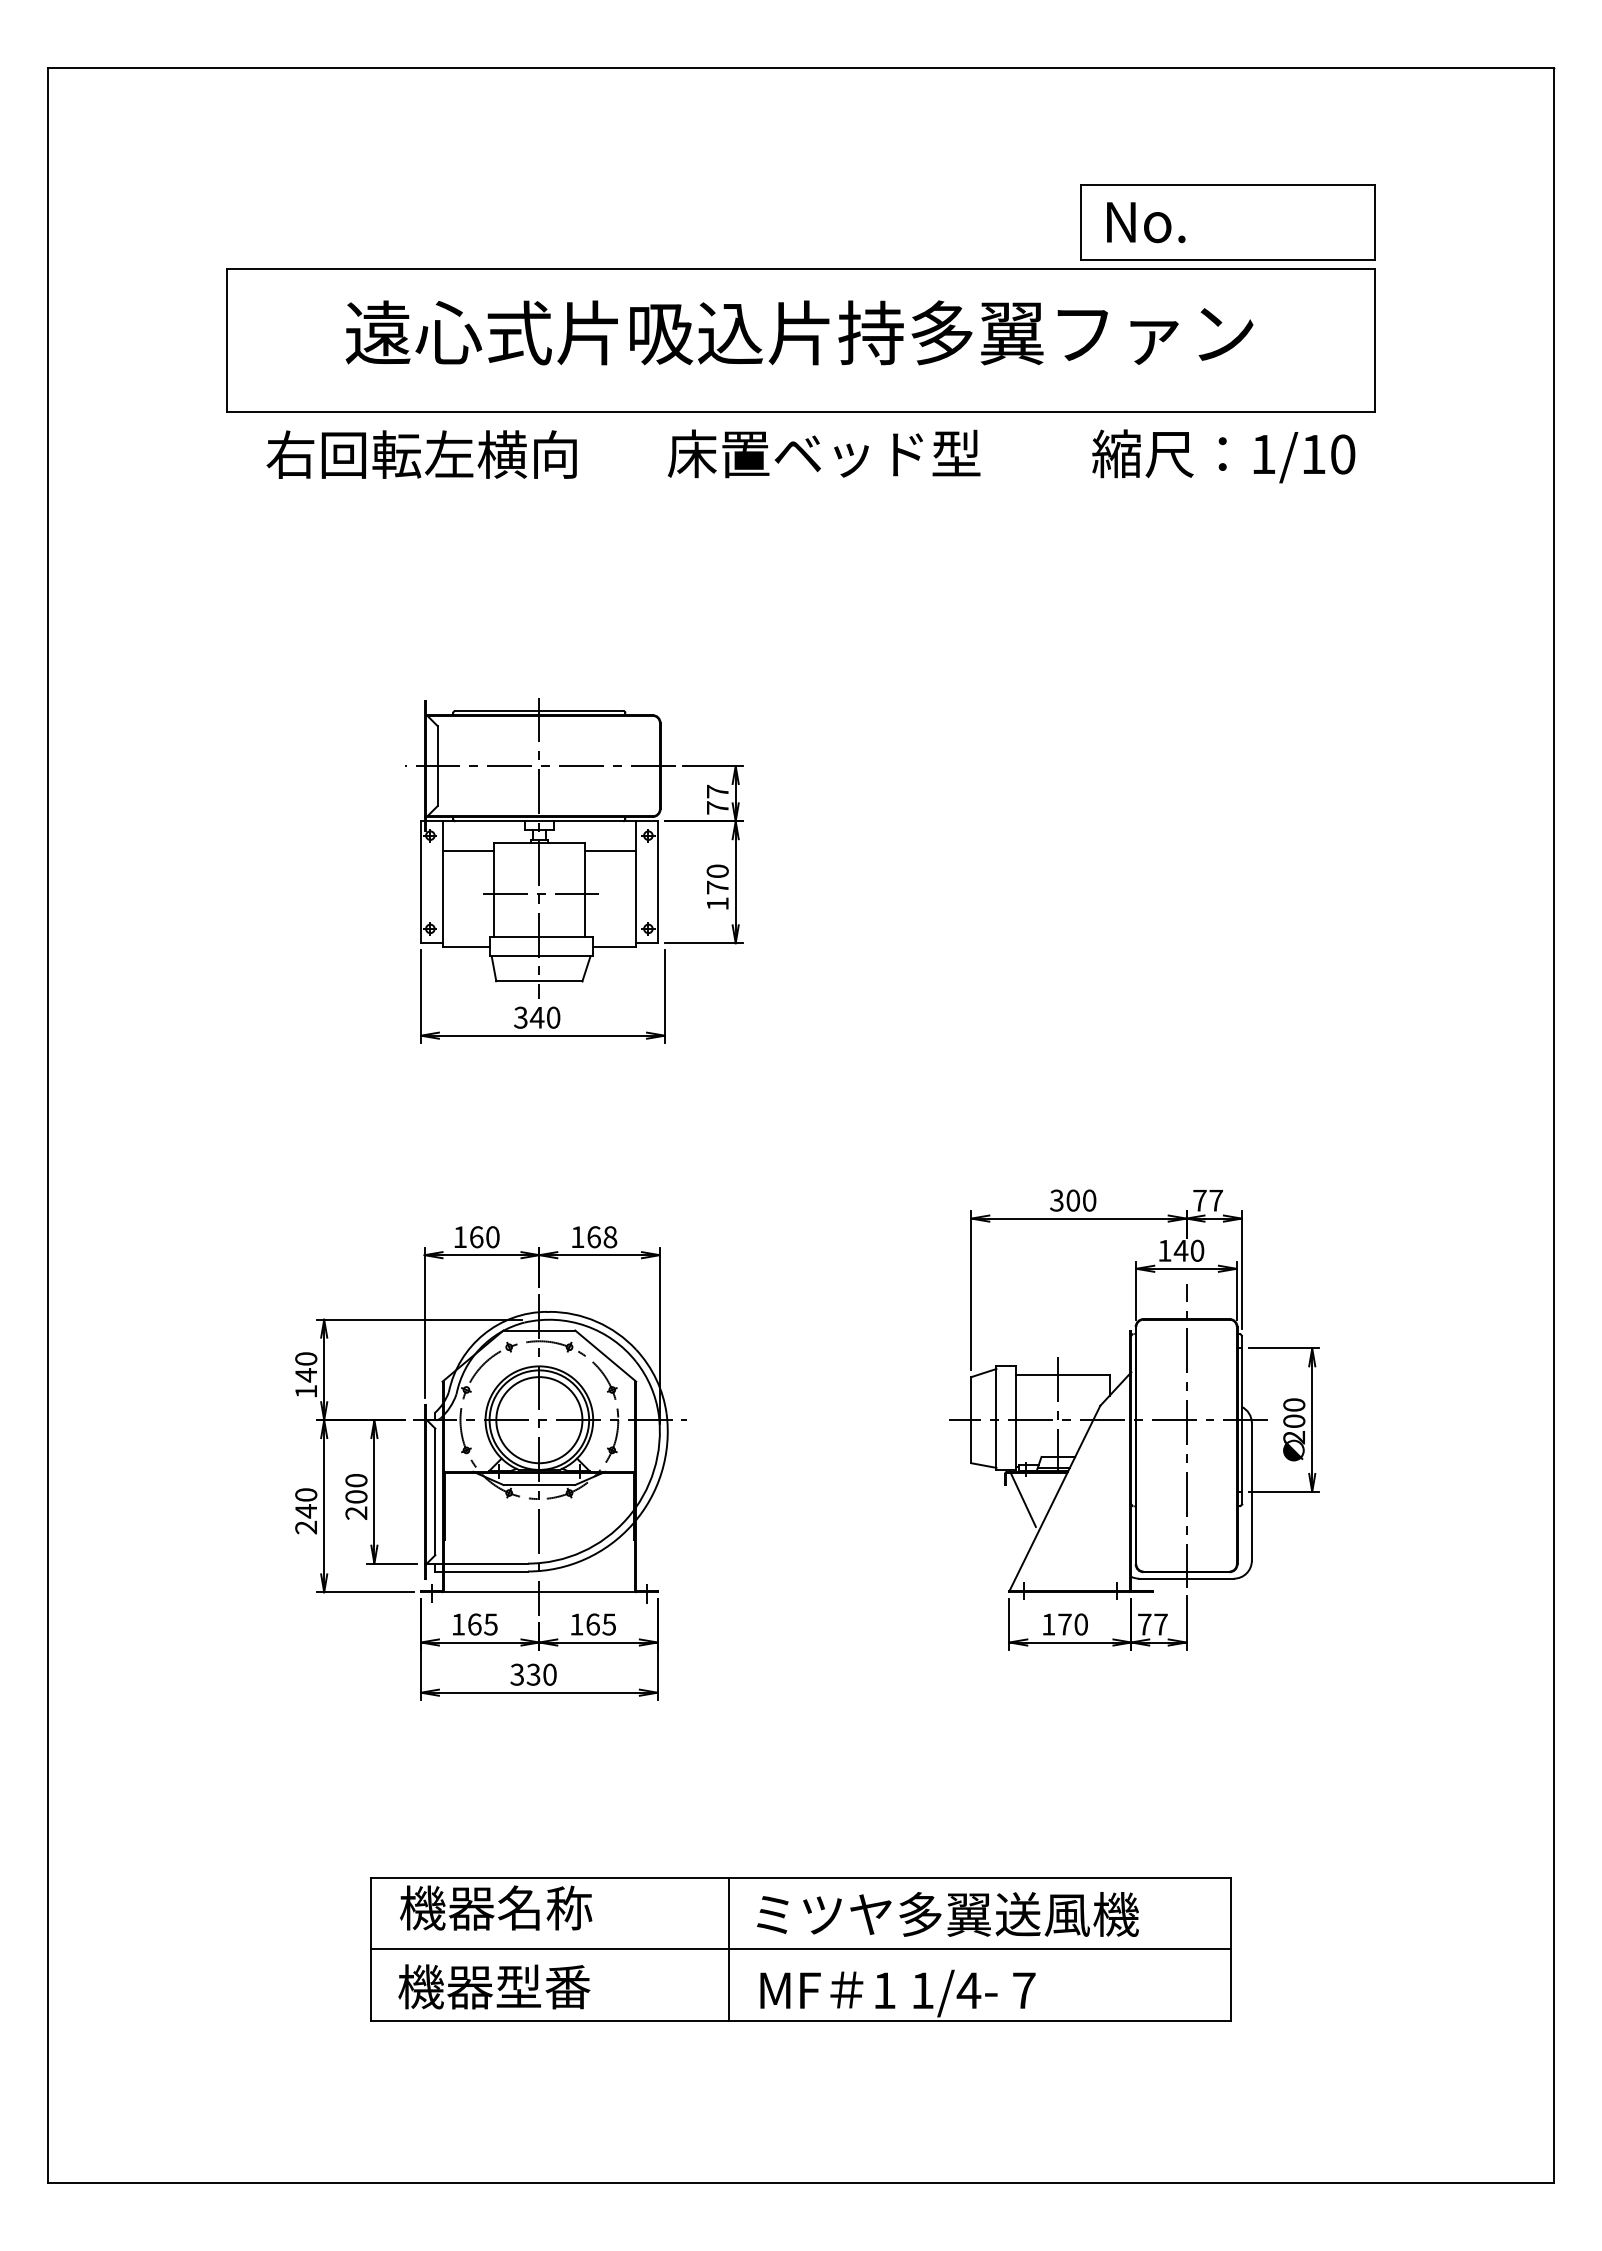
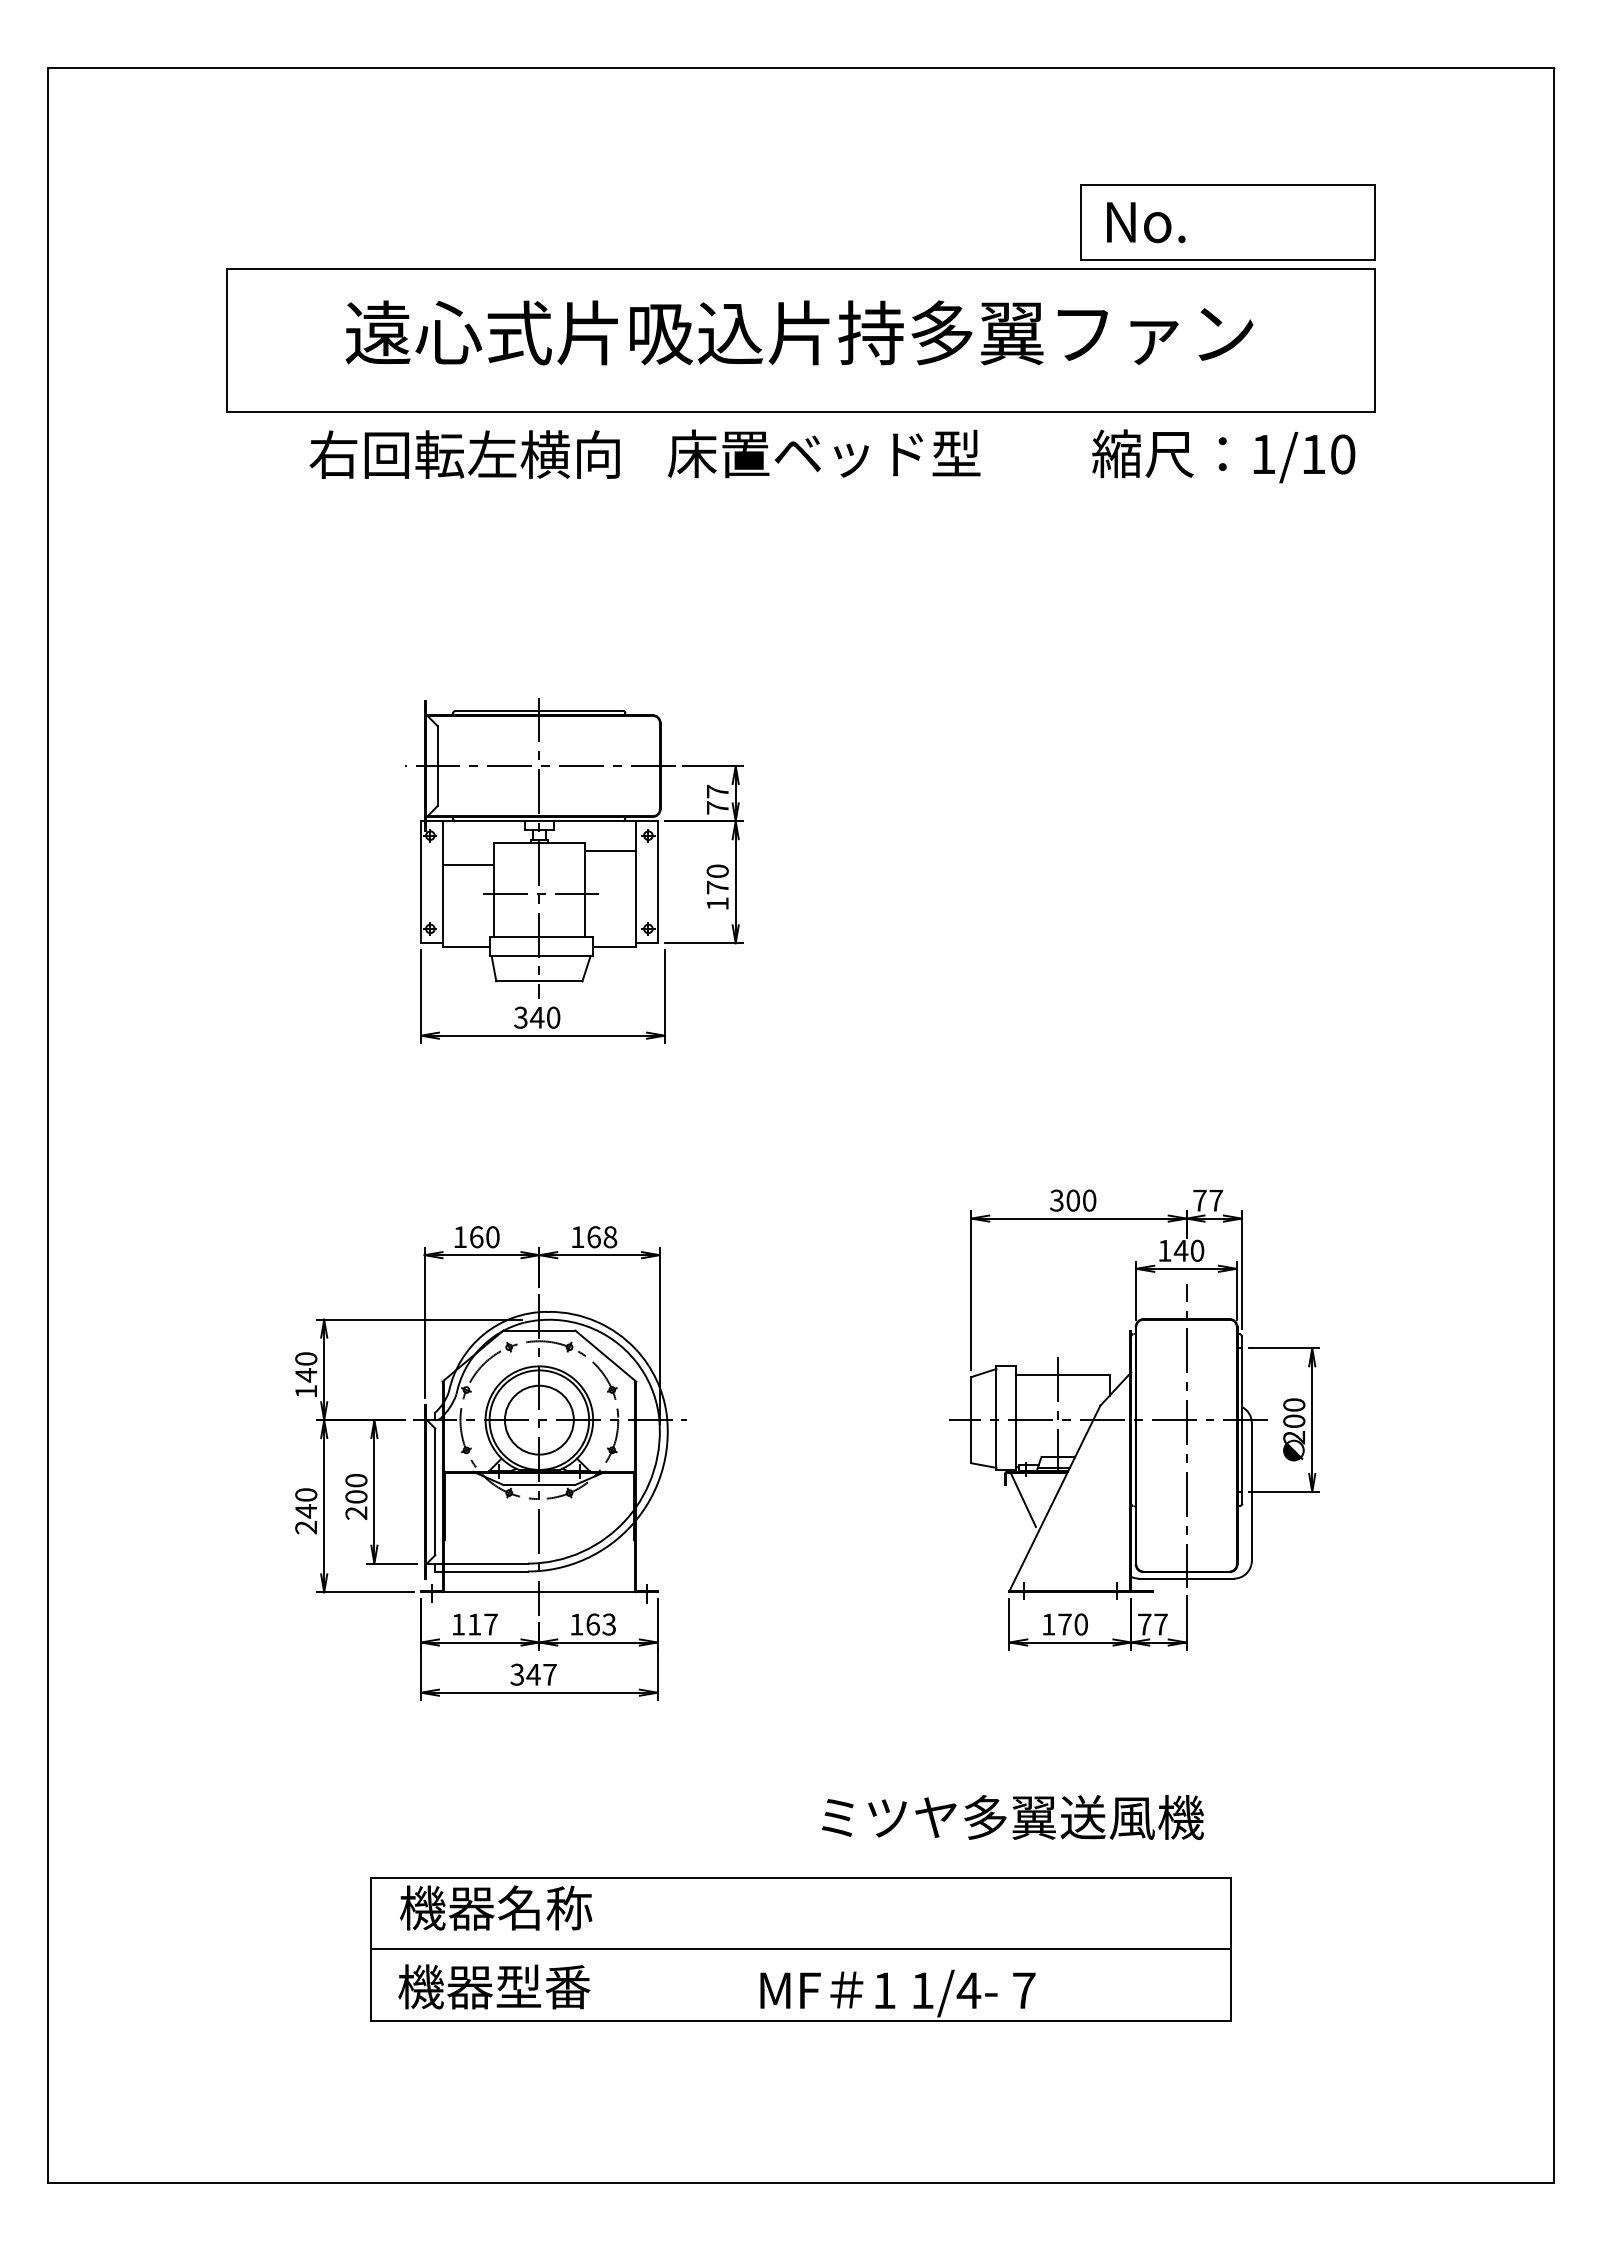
text at (421, 454) position: (421, 454) -> (464, 454)
line at (468, 850) position: (468, 850) -> (468, 864)
circle at (539, 1420) diameter: 86 px -> 69 px
text at (482, 1624): 165 -> 117
text at (609, 1624): 165 -> 163
text at (541, 1674): 330 -> 347
text at (947, 1914) position: (947, 1914) -> (1012, 1817)
line at (729, 1948): present -> none
